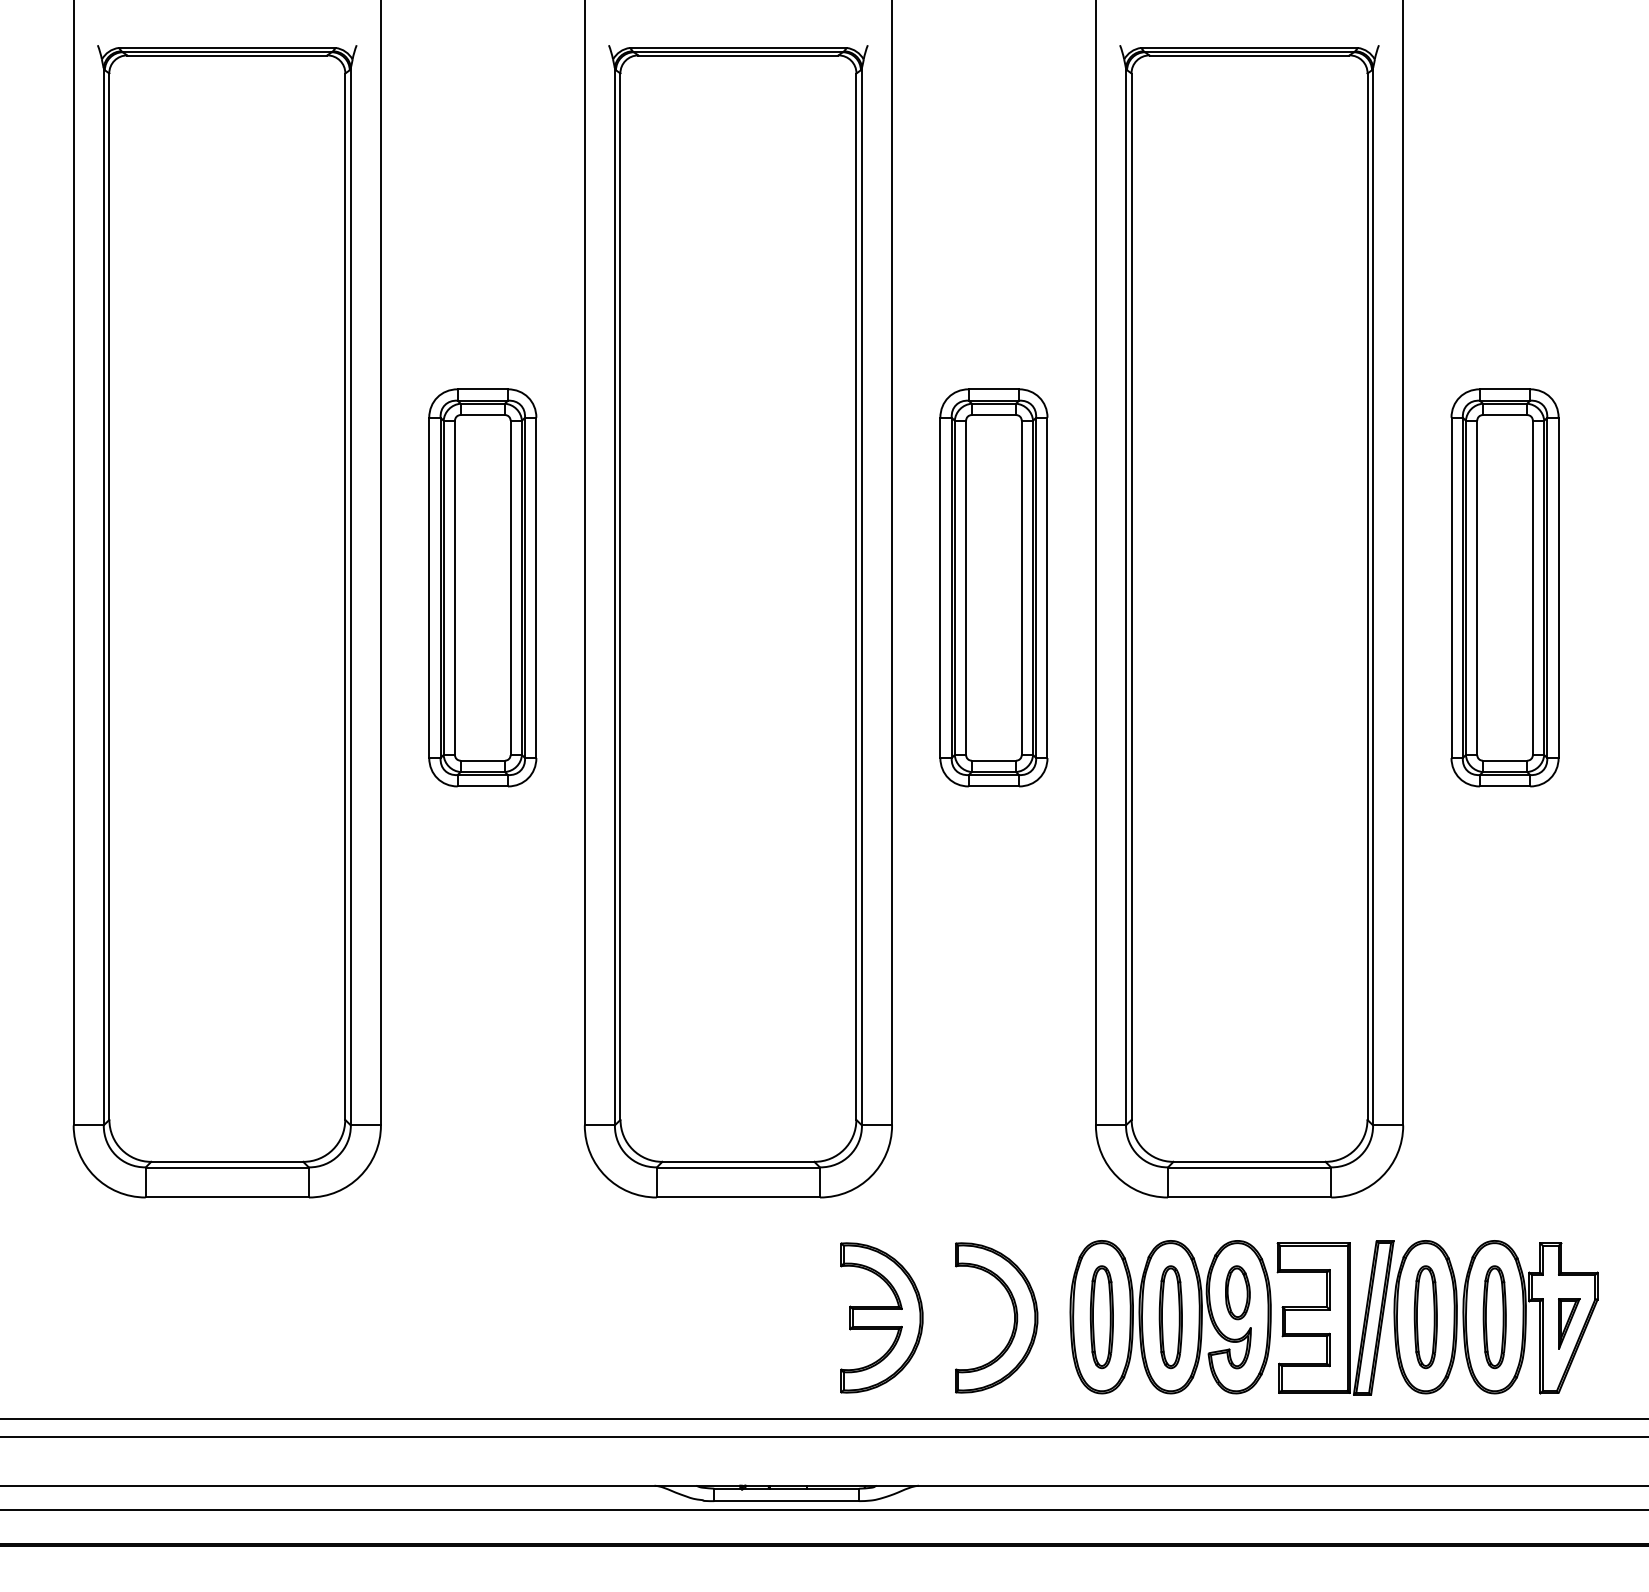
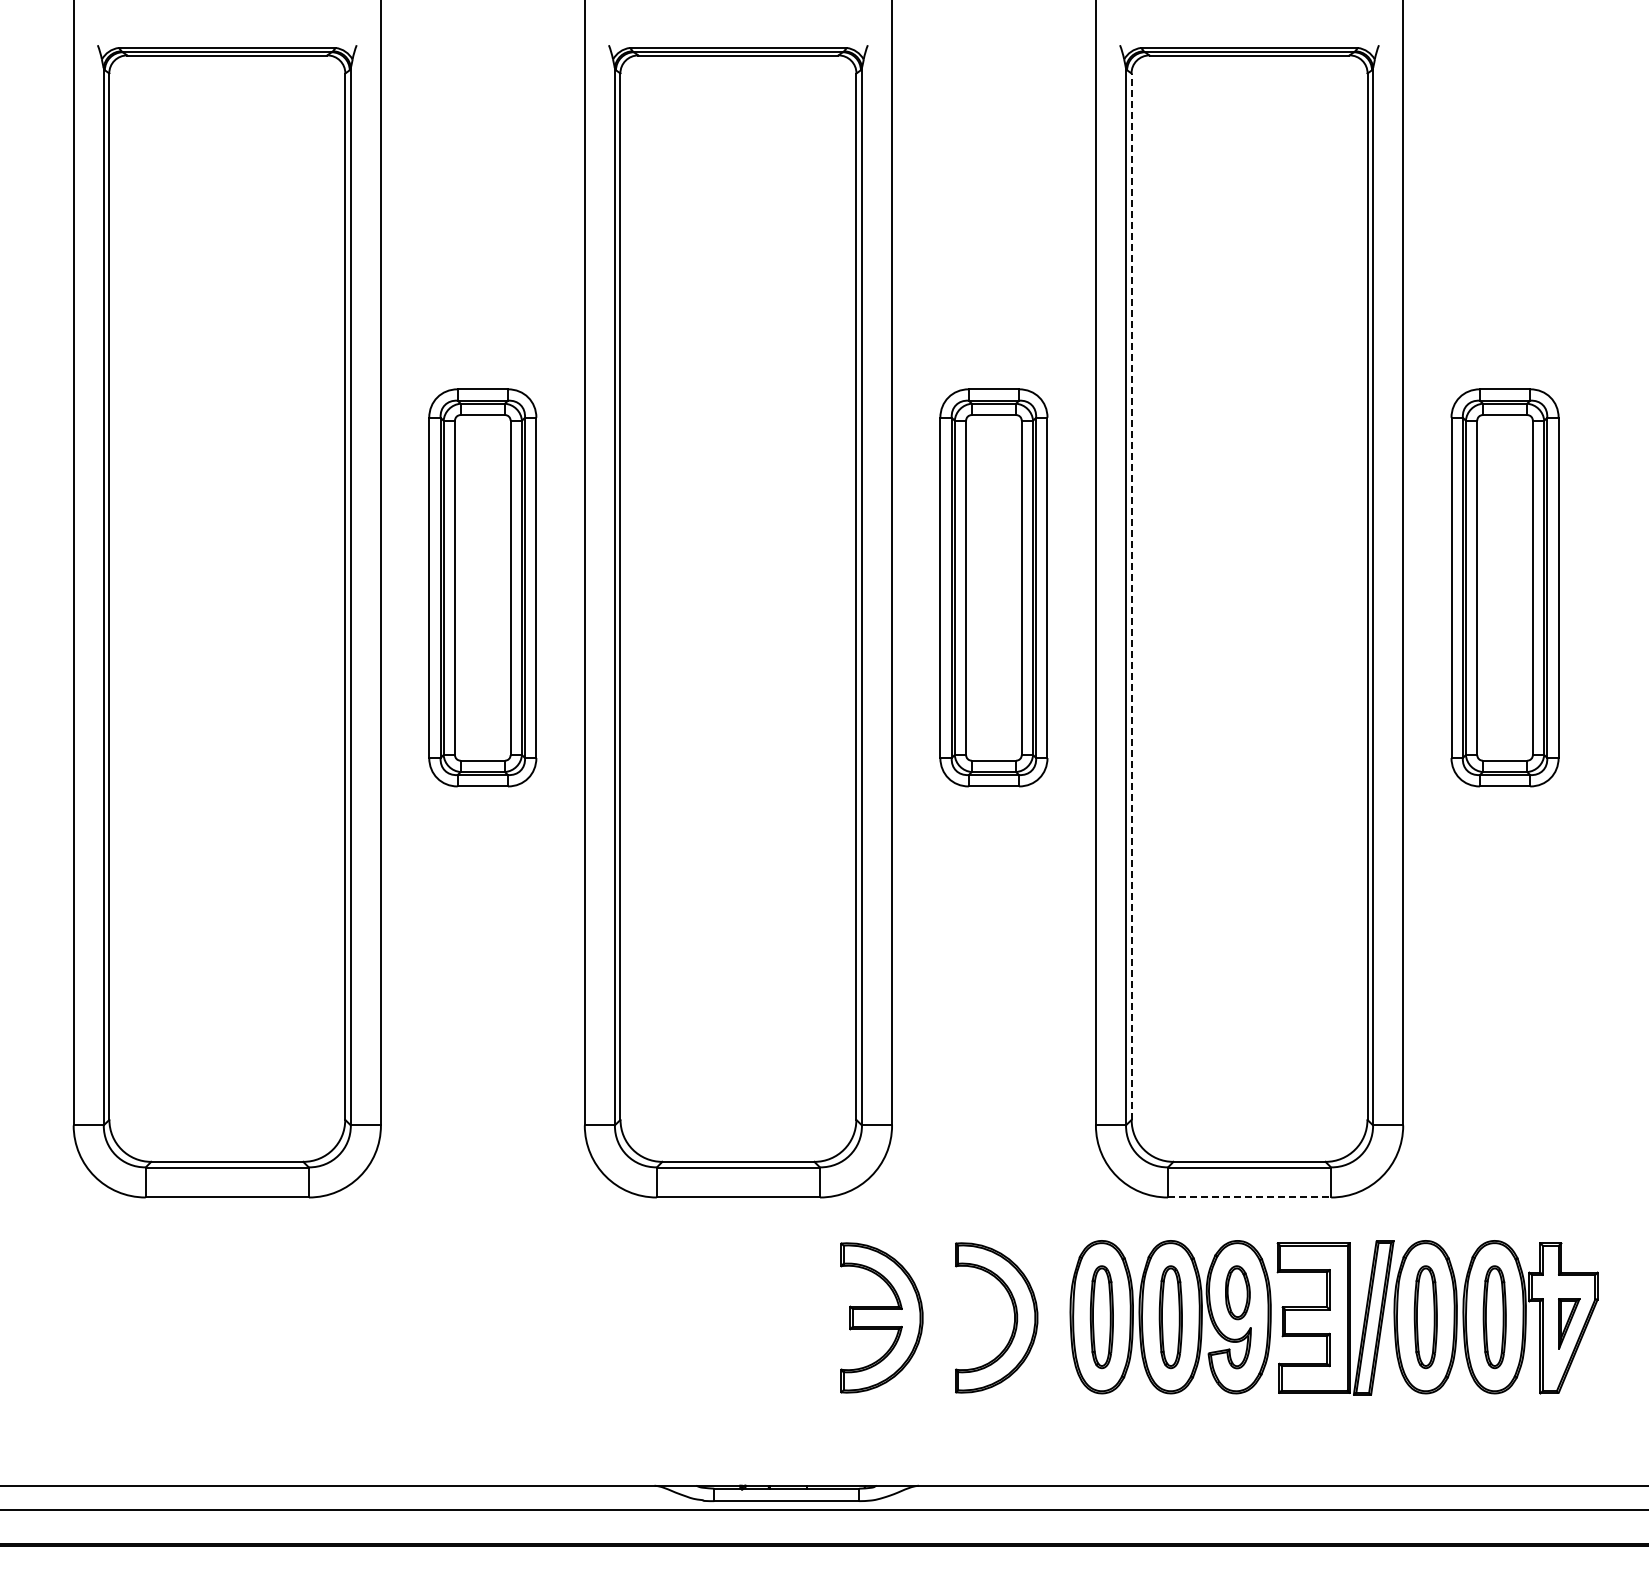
line at (1131, 596): solid -> dashed
line at (1249, 1197): solid -> dashed
line at (823, 1418): present -> none
line at (823, 1436): present -> none
